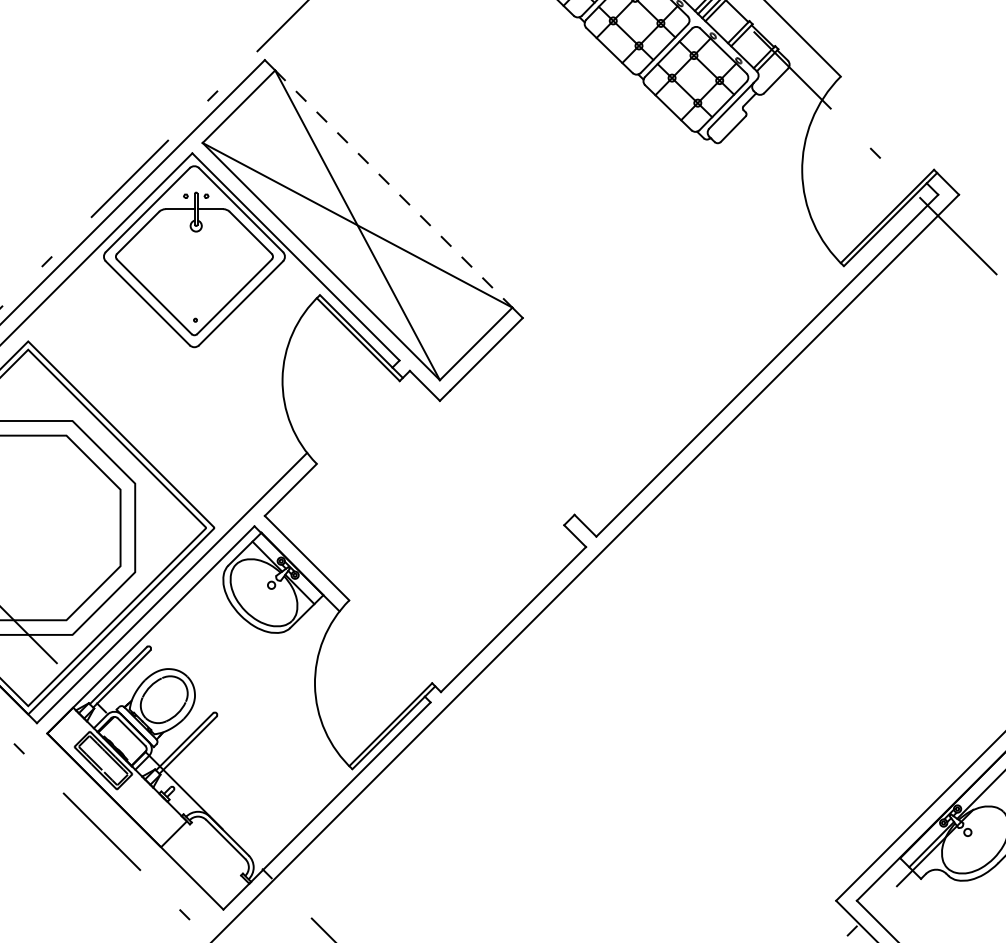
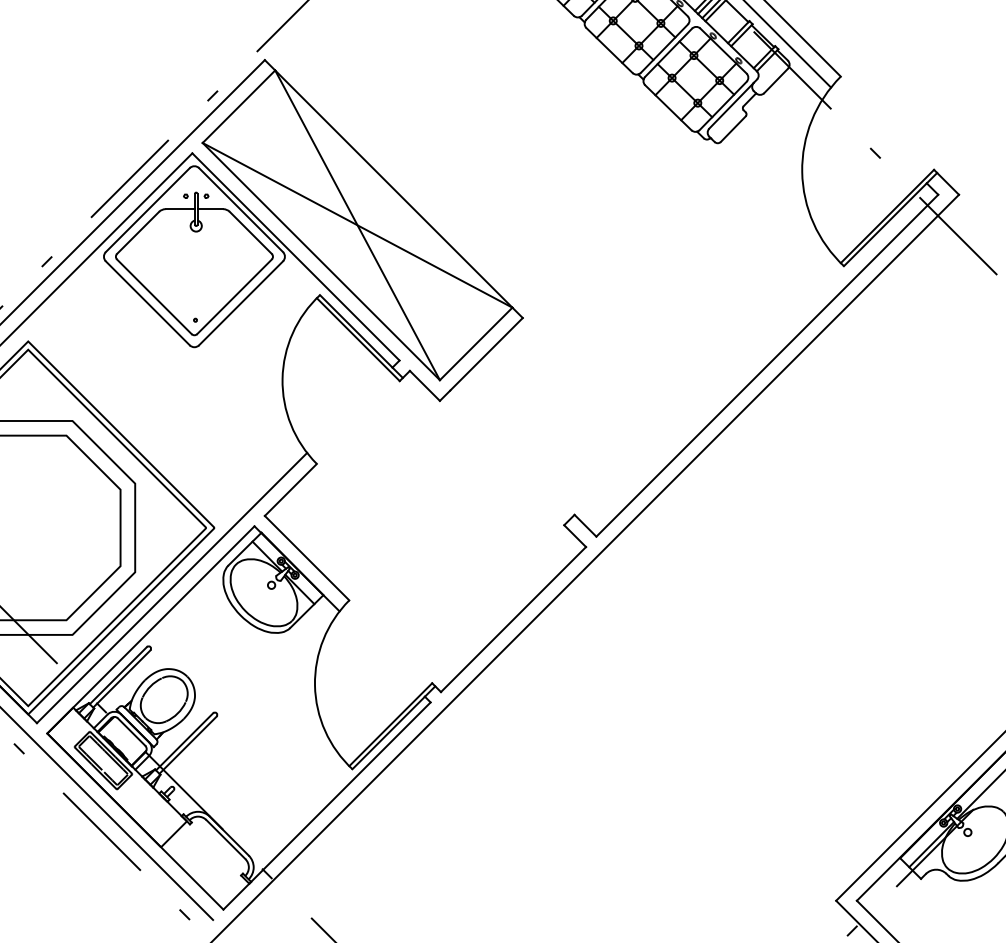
line at (788, 44): none -> present
line at (393, 189): dashed -> solid
line at (107, 813): none -> present
